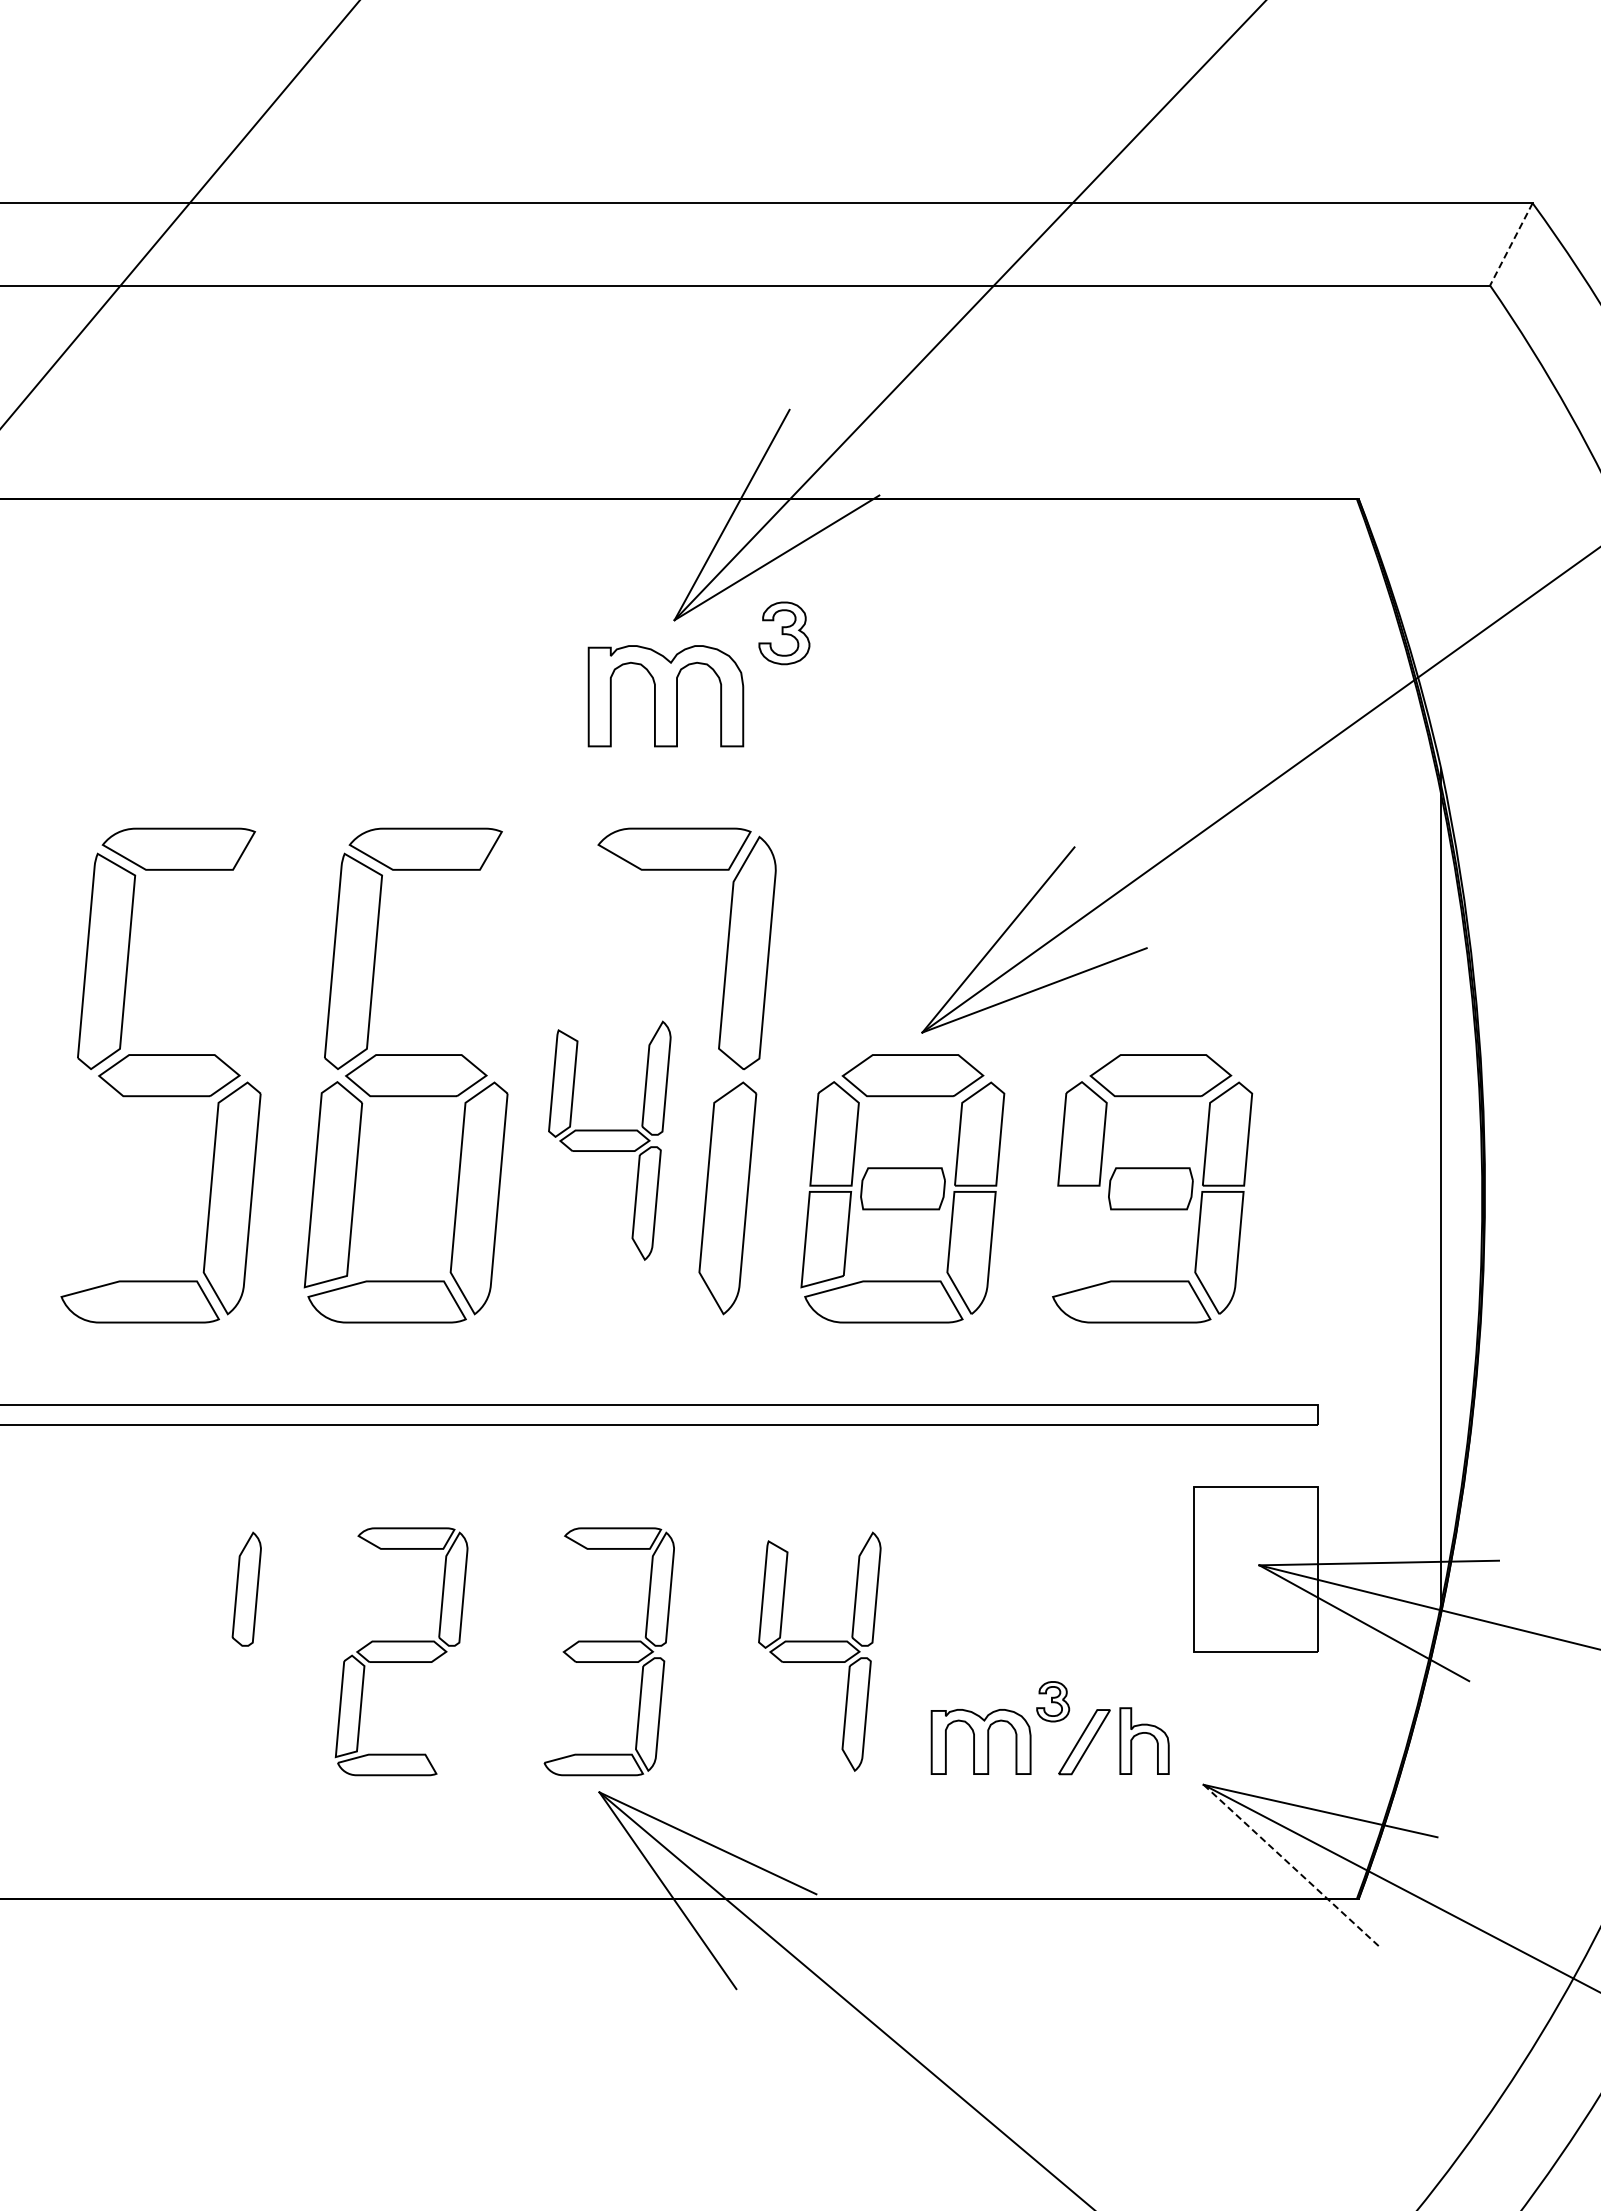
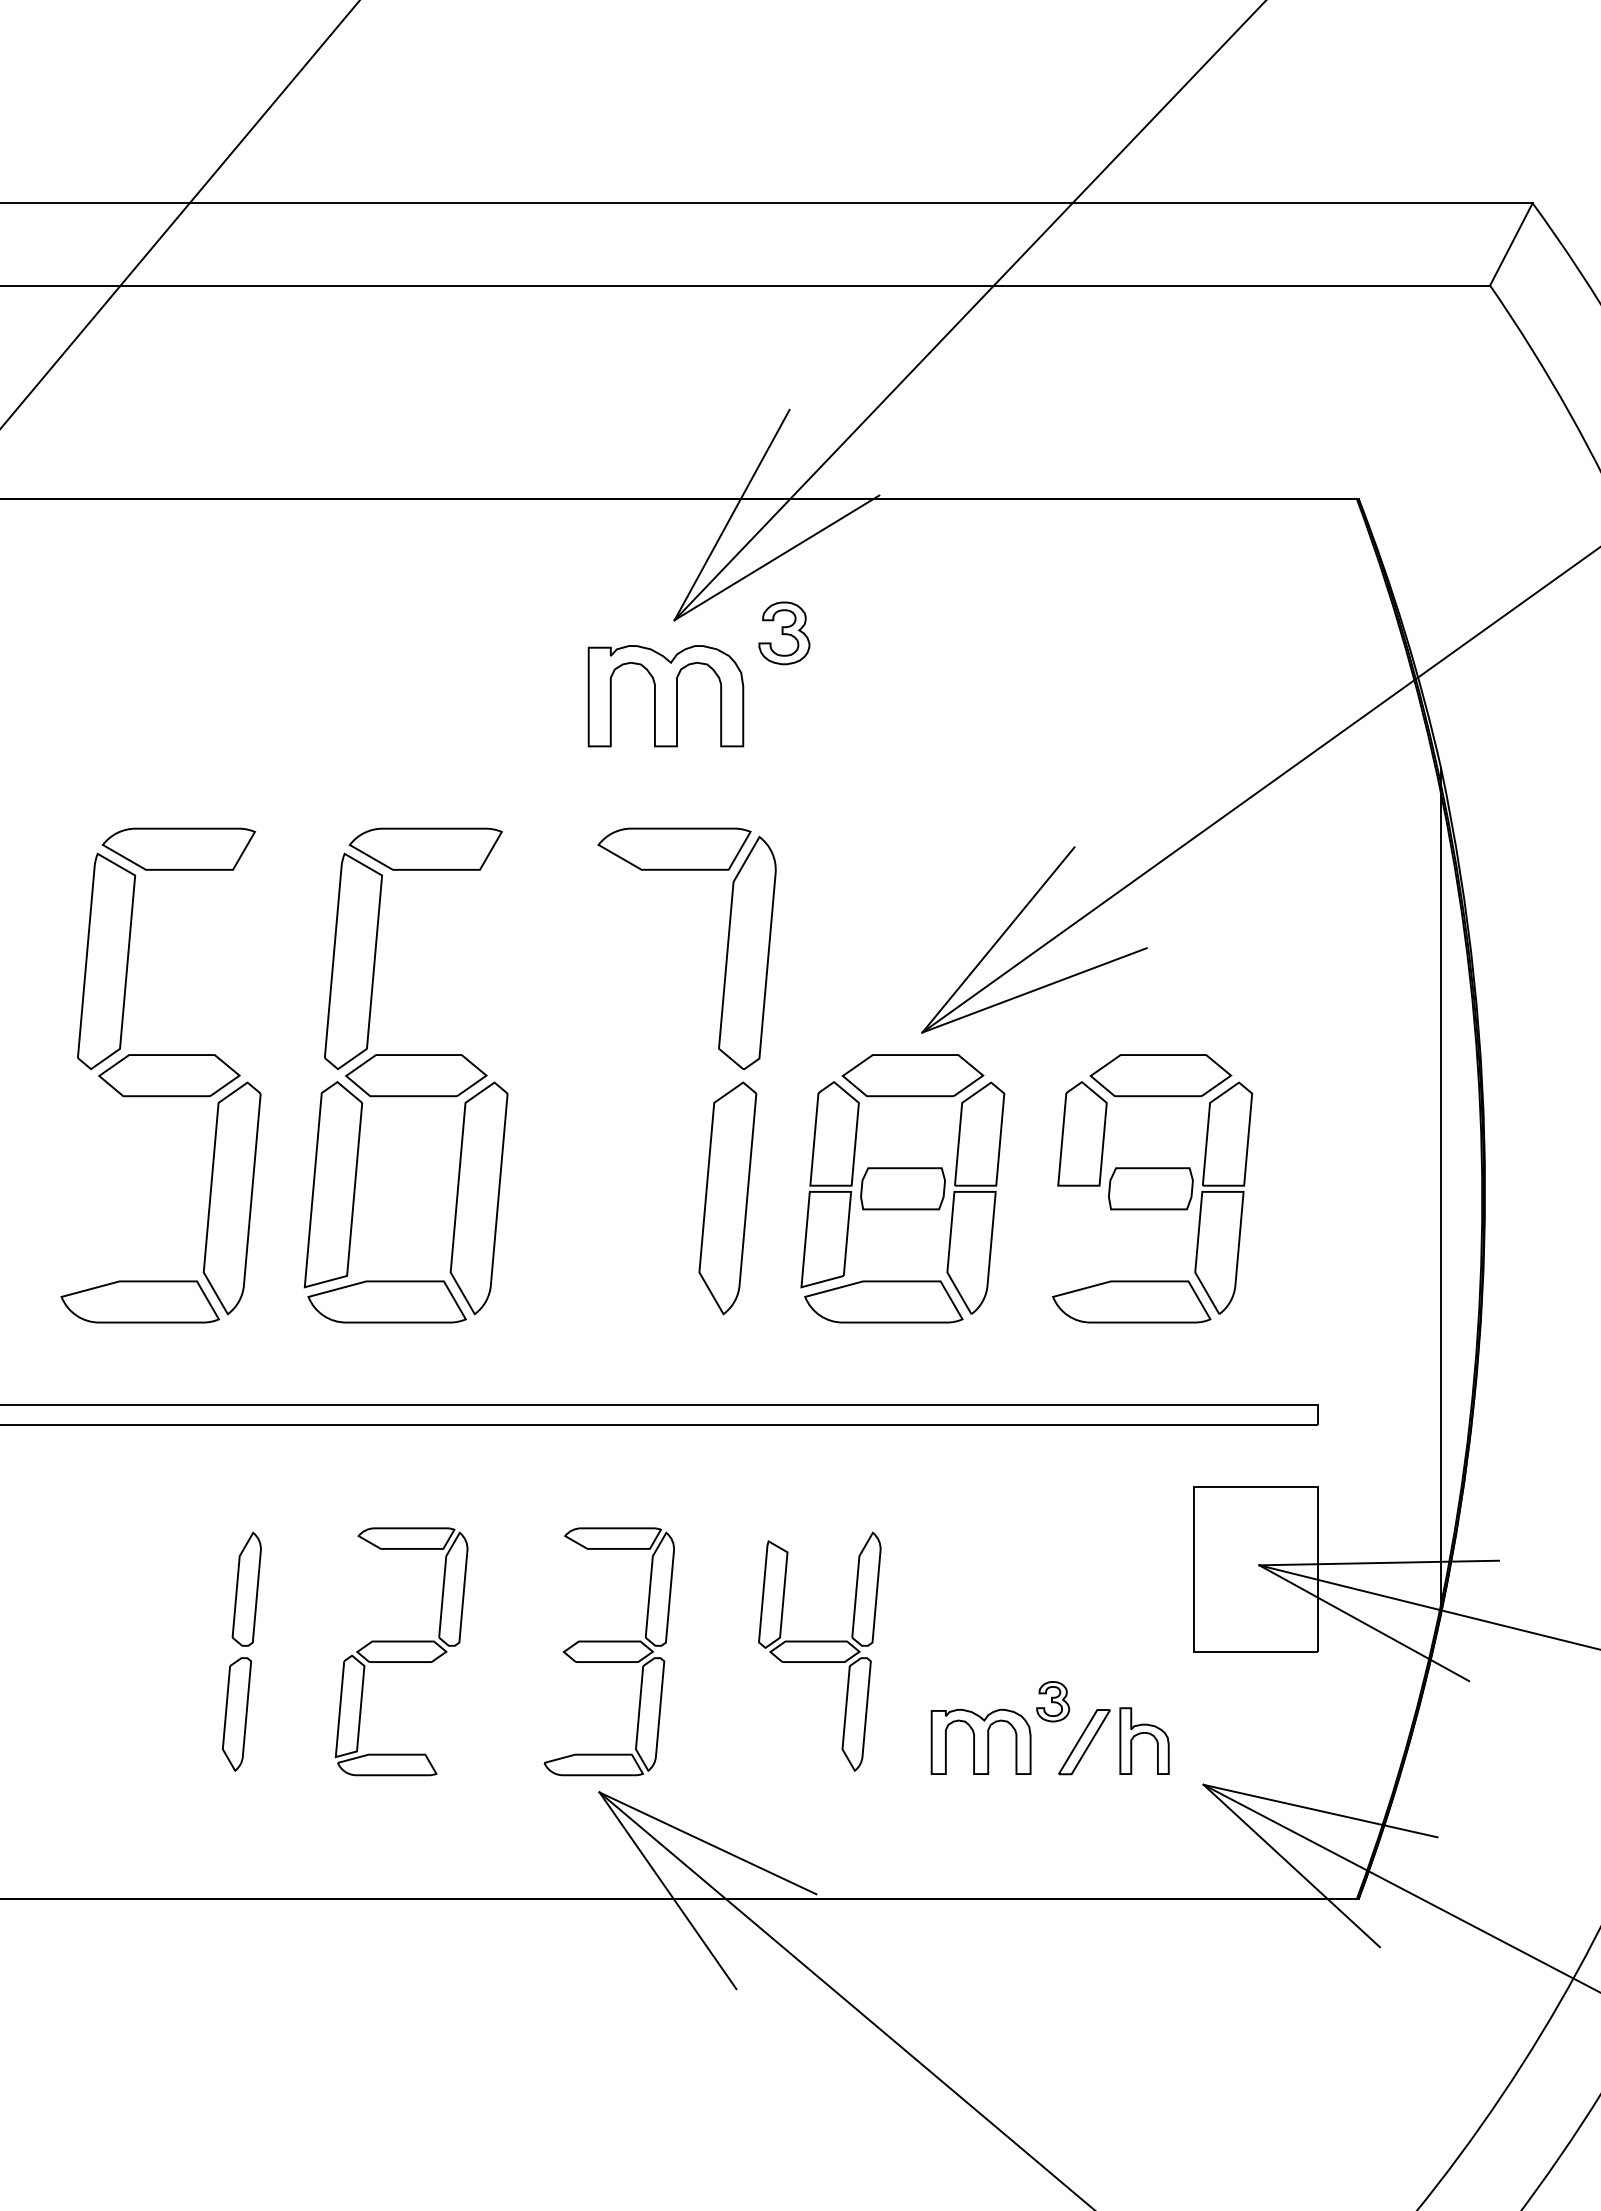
line at (1511, 244): dashed -> solid
part at (609, 1140): present -> none
part at (237, 1714): none -> present
line at (1291, 1866): dashed -> solid
